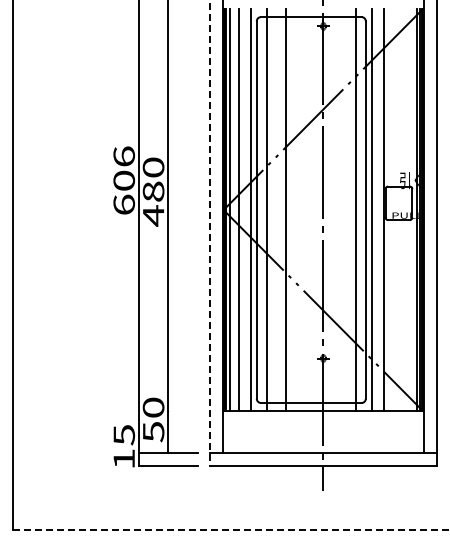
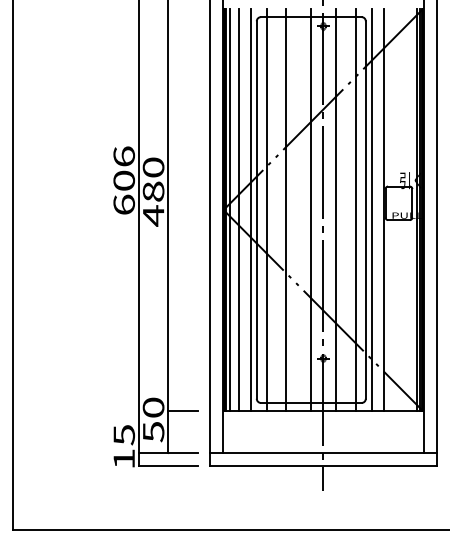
line at (311, 209): none -> present
line at (336, 209): none -> present
line at (210, 233): dashed -> solid
line at (182, 411): none -> present
line at (231, 529): dashed -> solid
